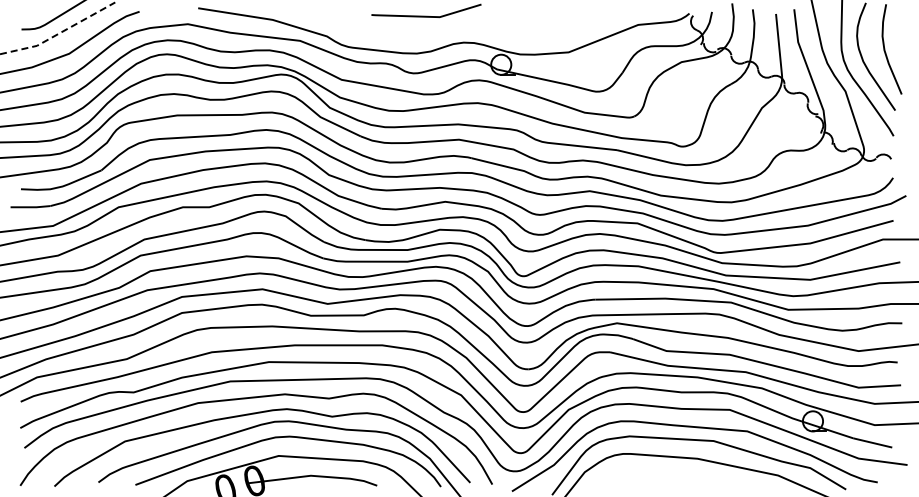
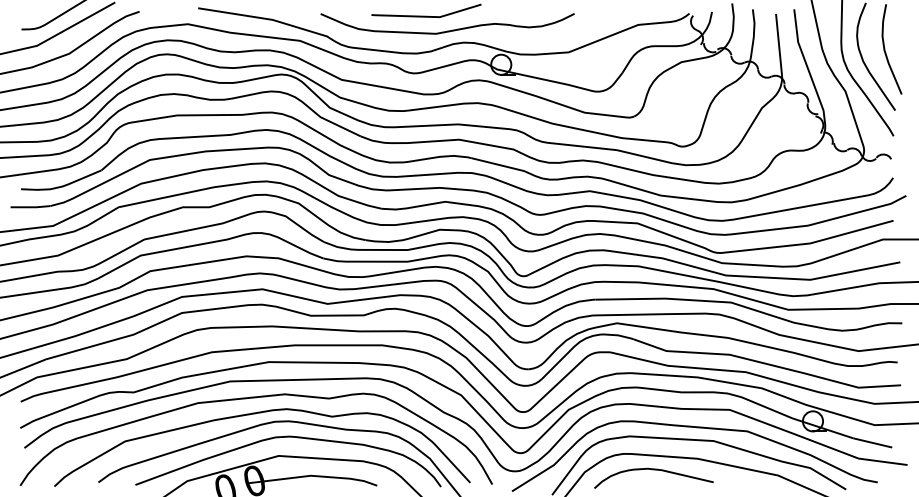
curve at (447, 30): none -> present
line at (59, 33): dashed -> solid
curve at (653, 470): none -> present
